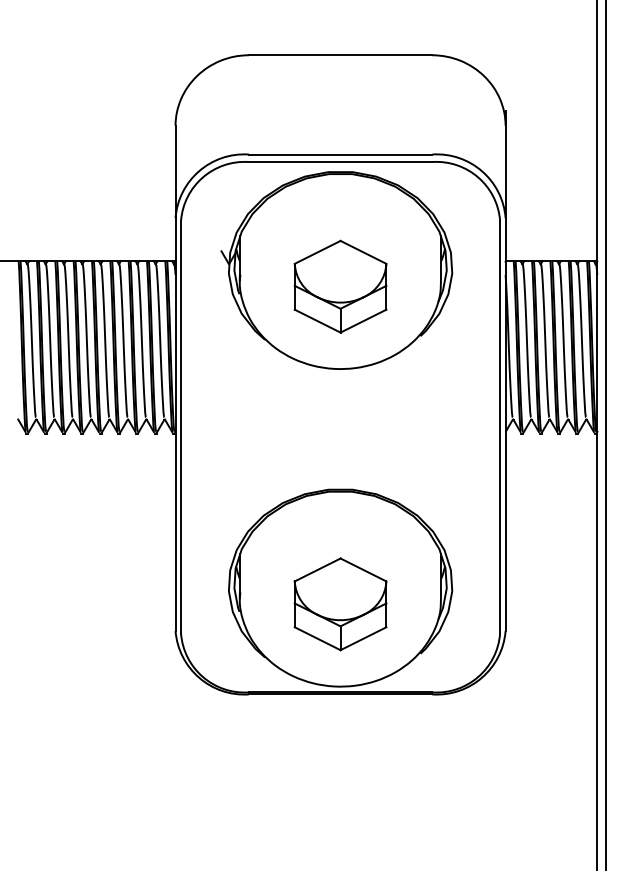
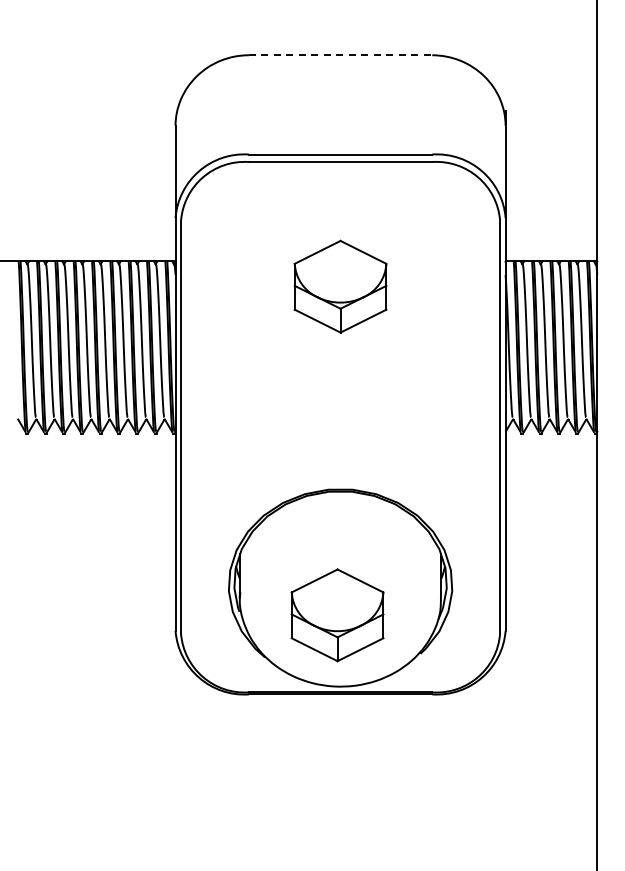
line at (340, 55): solid -> dashed
part at (336, 270): present -> none
line at (606, 434): present -> none
part at (340, 604) position: (340, 604) -> (337, 615)
